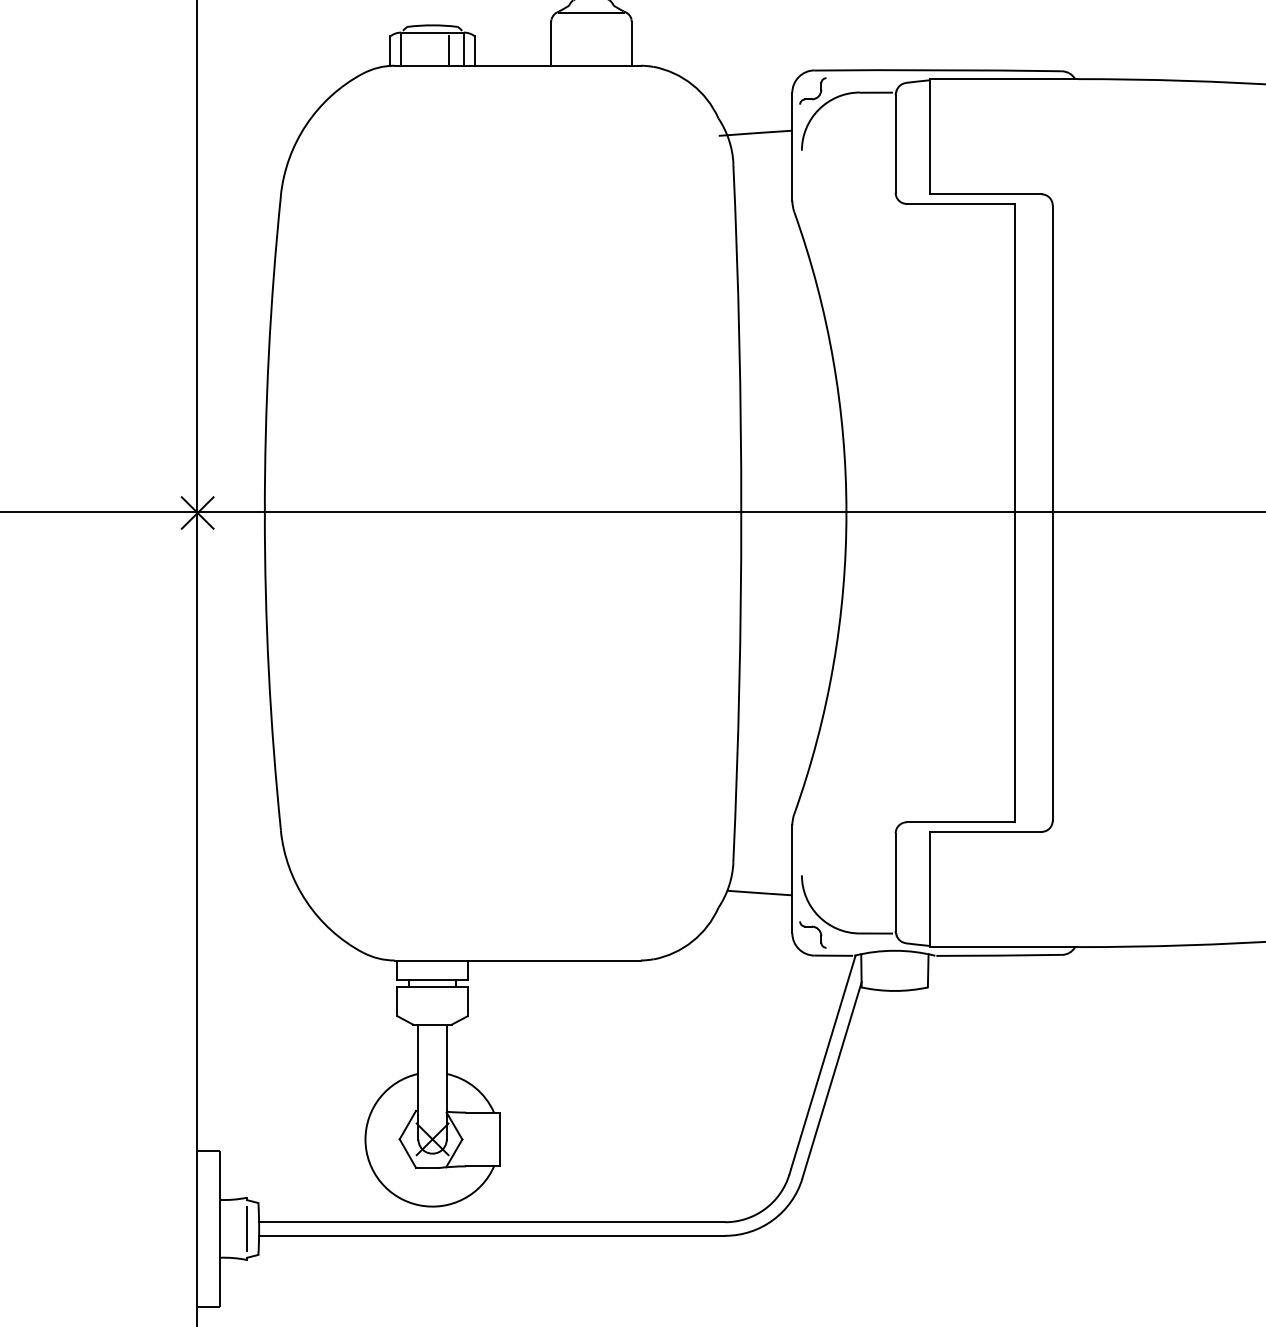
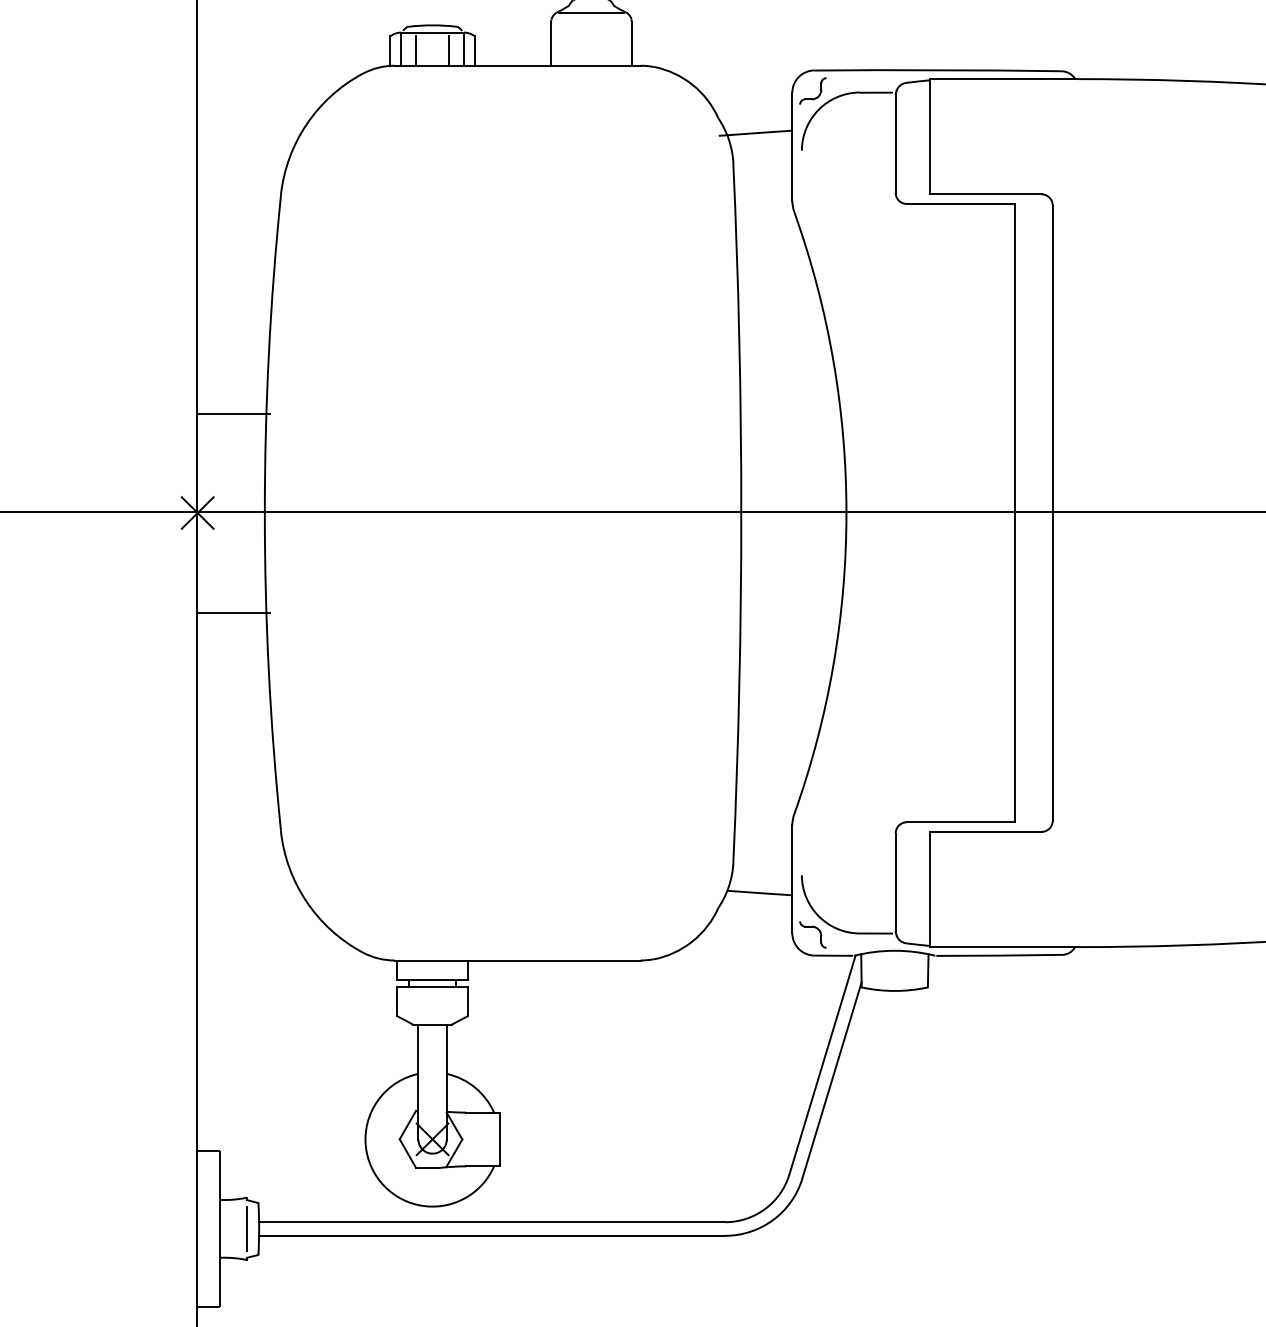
line at (415, 50): none -> present
line at (233, 413): none -> present
line at (233, 612): none -> present
